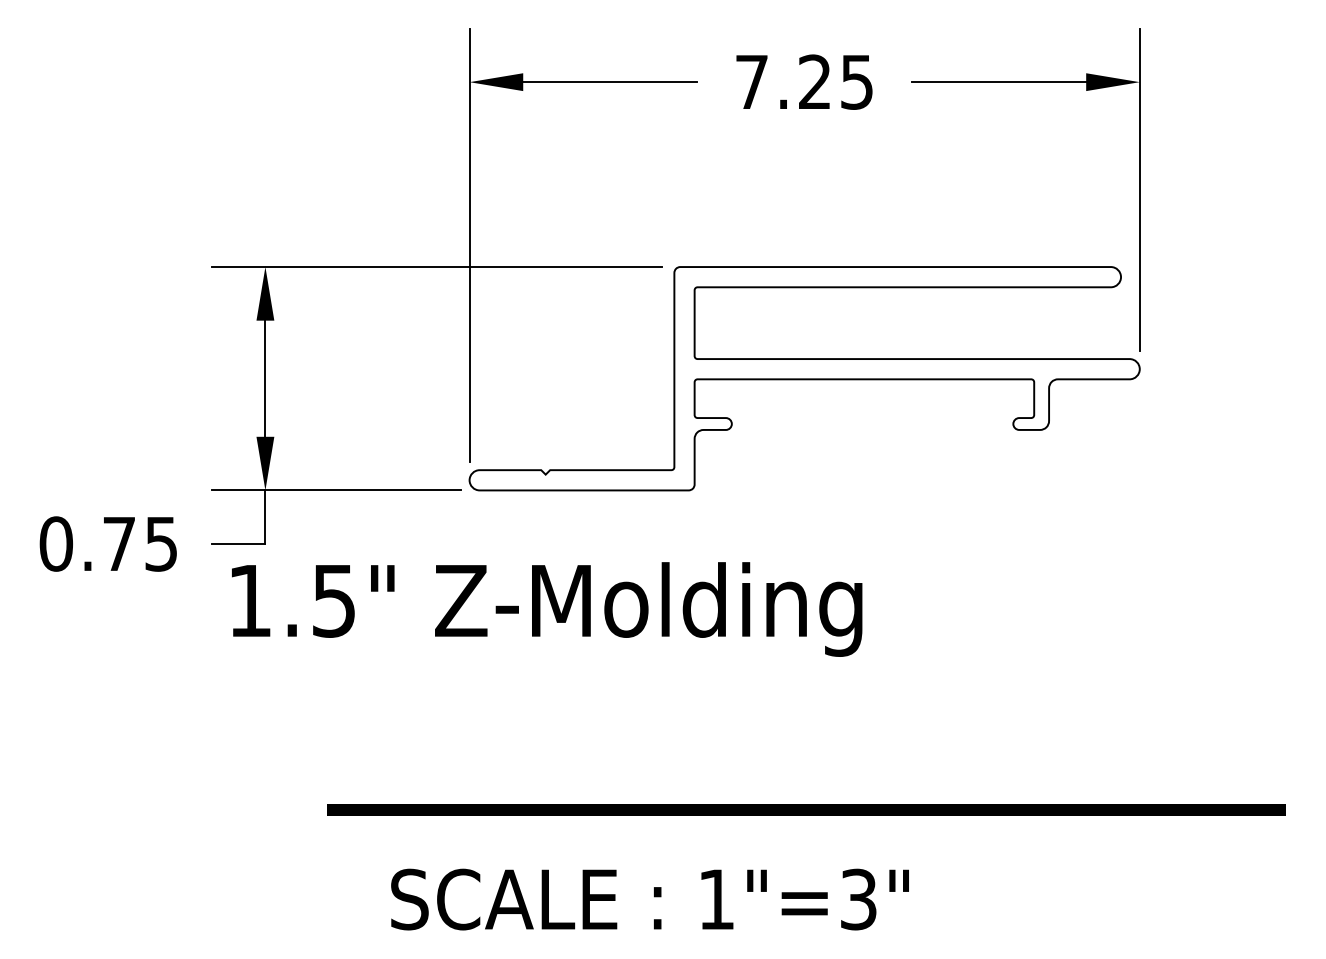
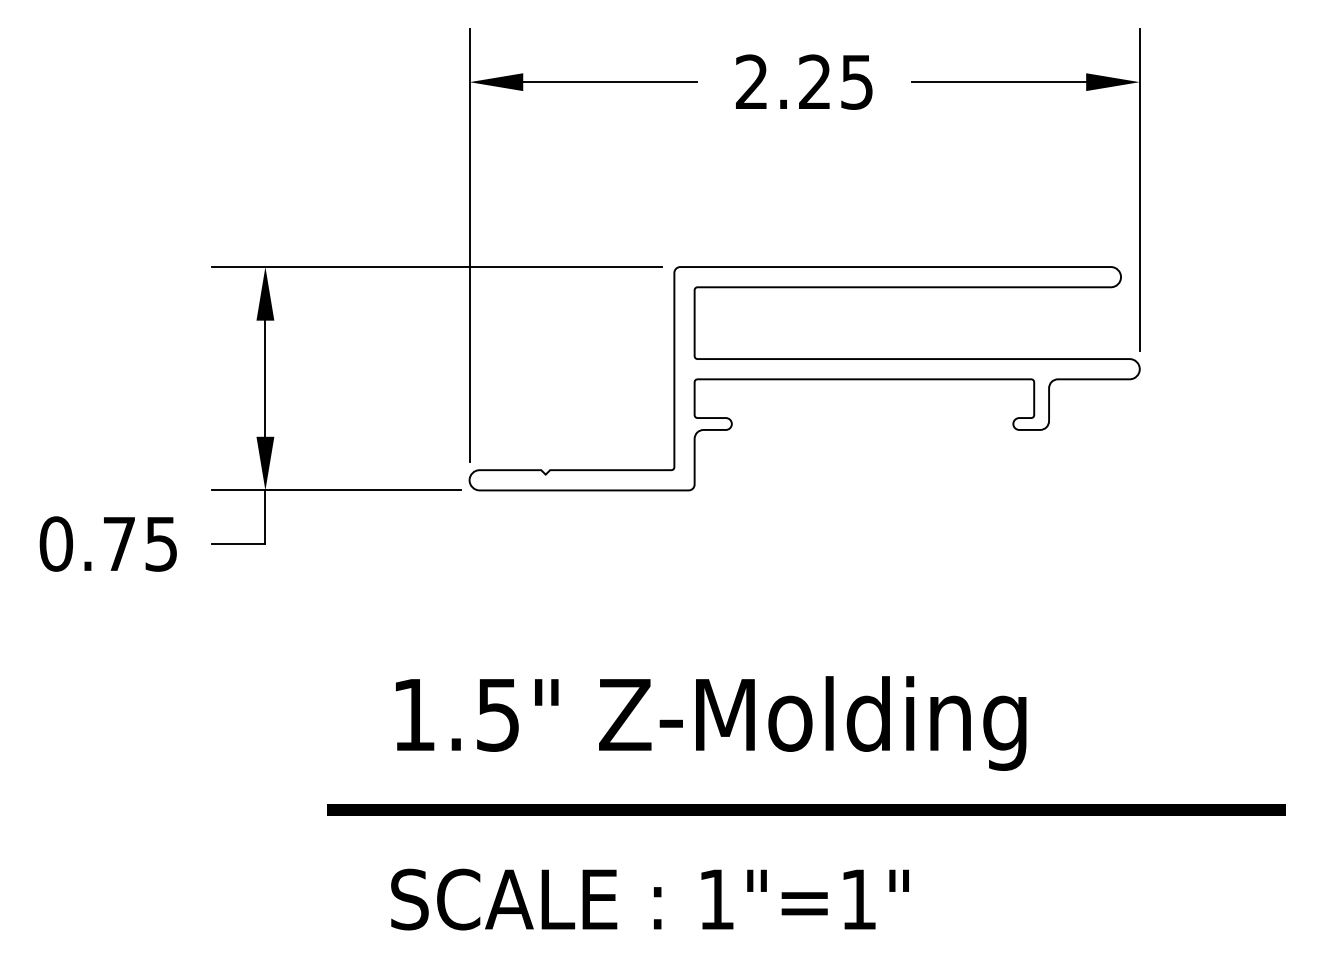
text at (751, 81): 7.25 -> 2.25
text at (547, 609) position: (547, 609) -> (711, 723)
text at (858, 899): 1"=3" -> 1"=1"
